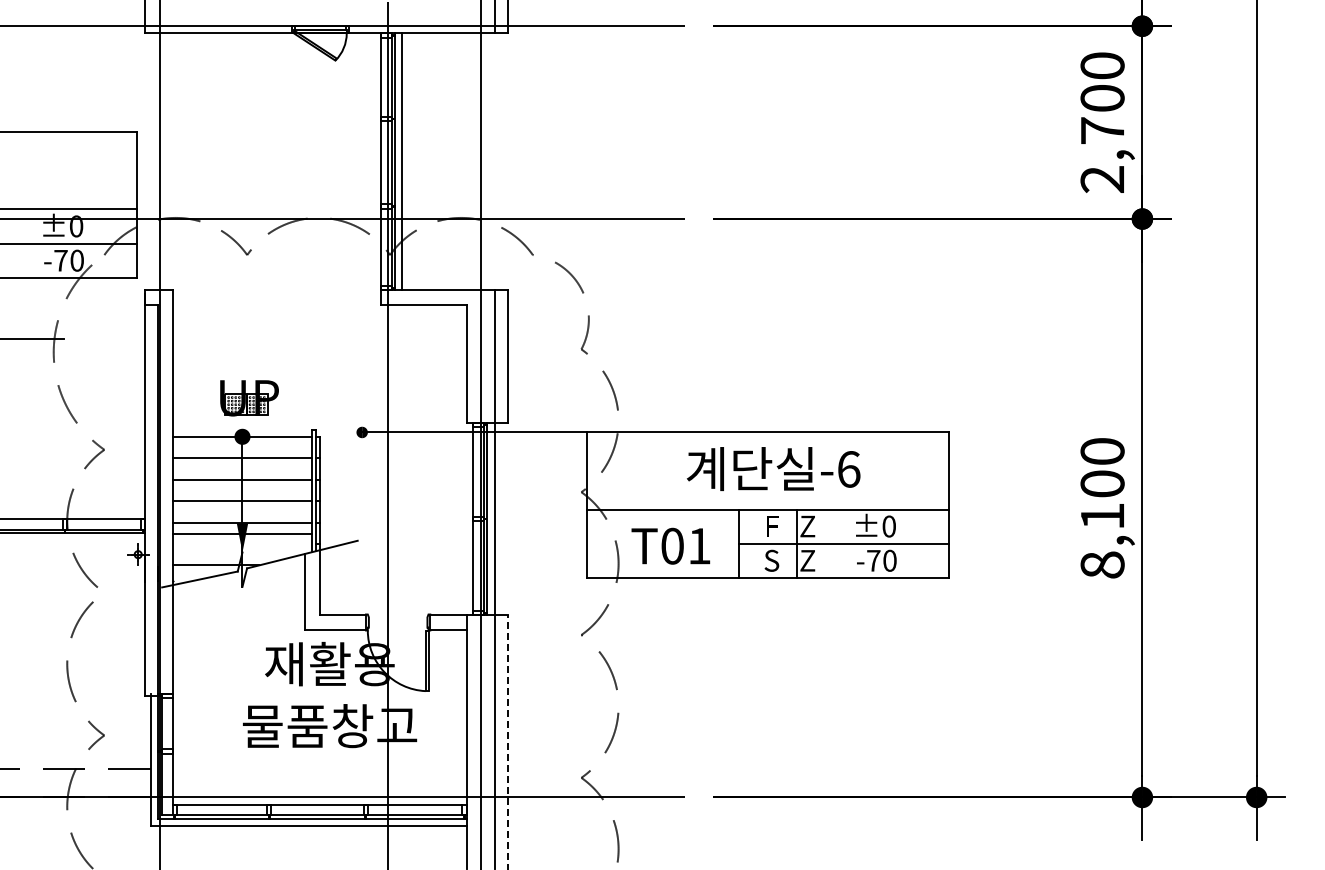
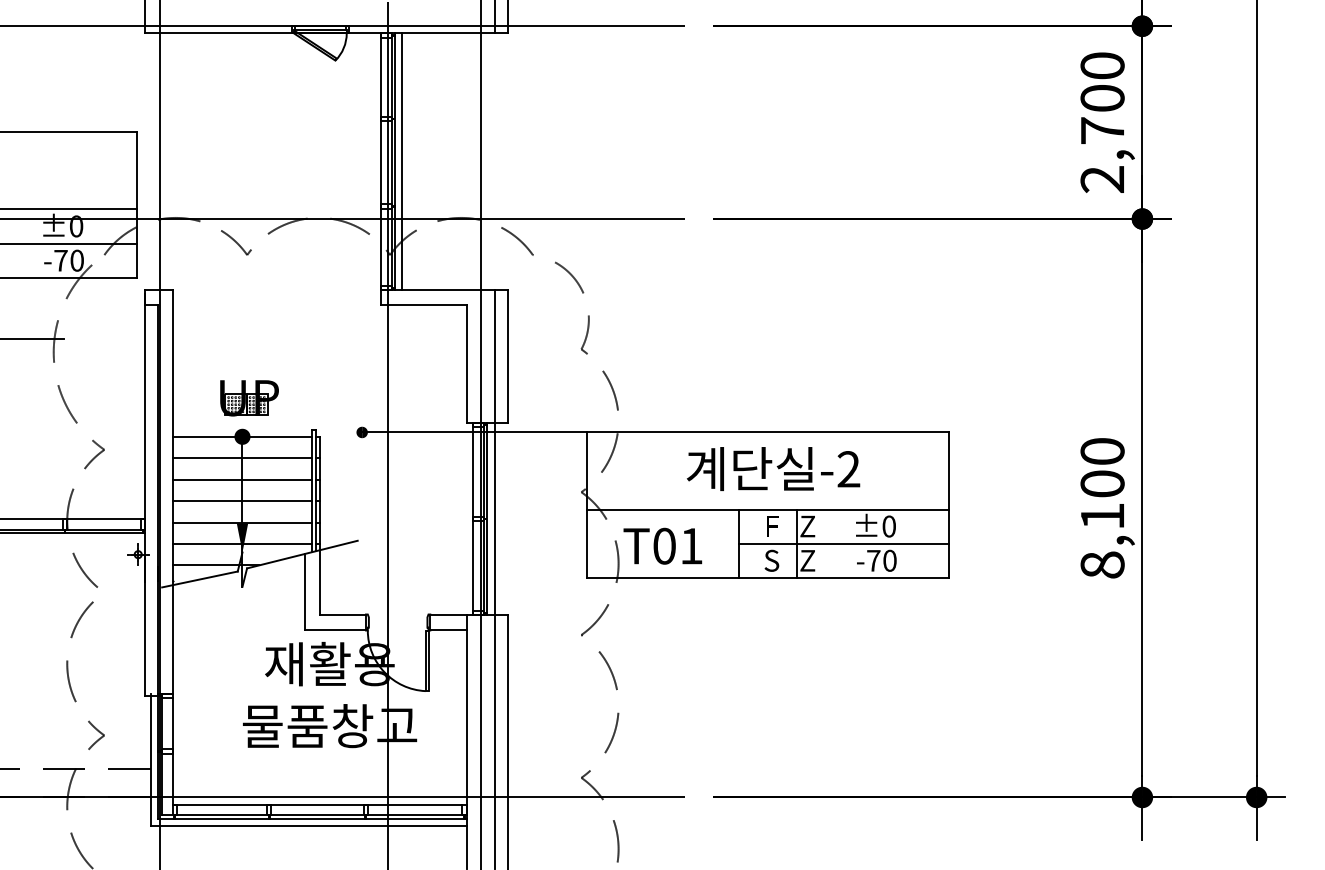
text at (848, 469): -6 -> -2
line at (242, 533) position: (242, 533) -> (242, 543)
text at (670, 545) position: (670, 545) -> (662, 545)
line at (508, 742): dashed -> solid
